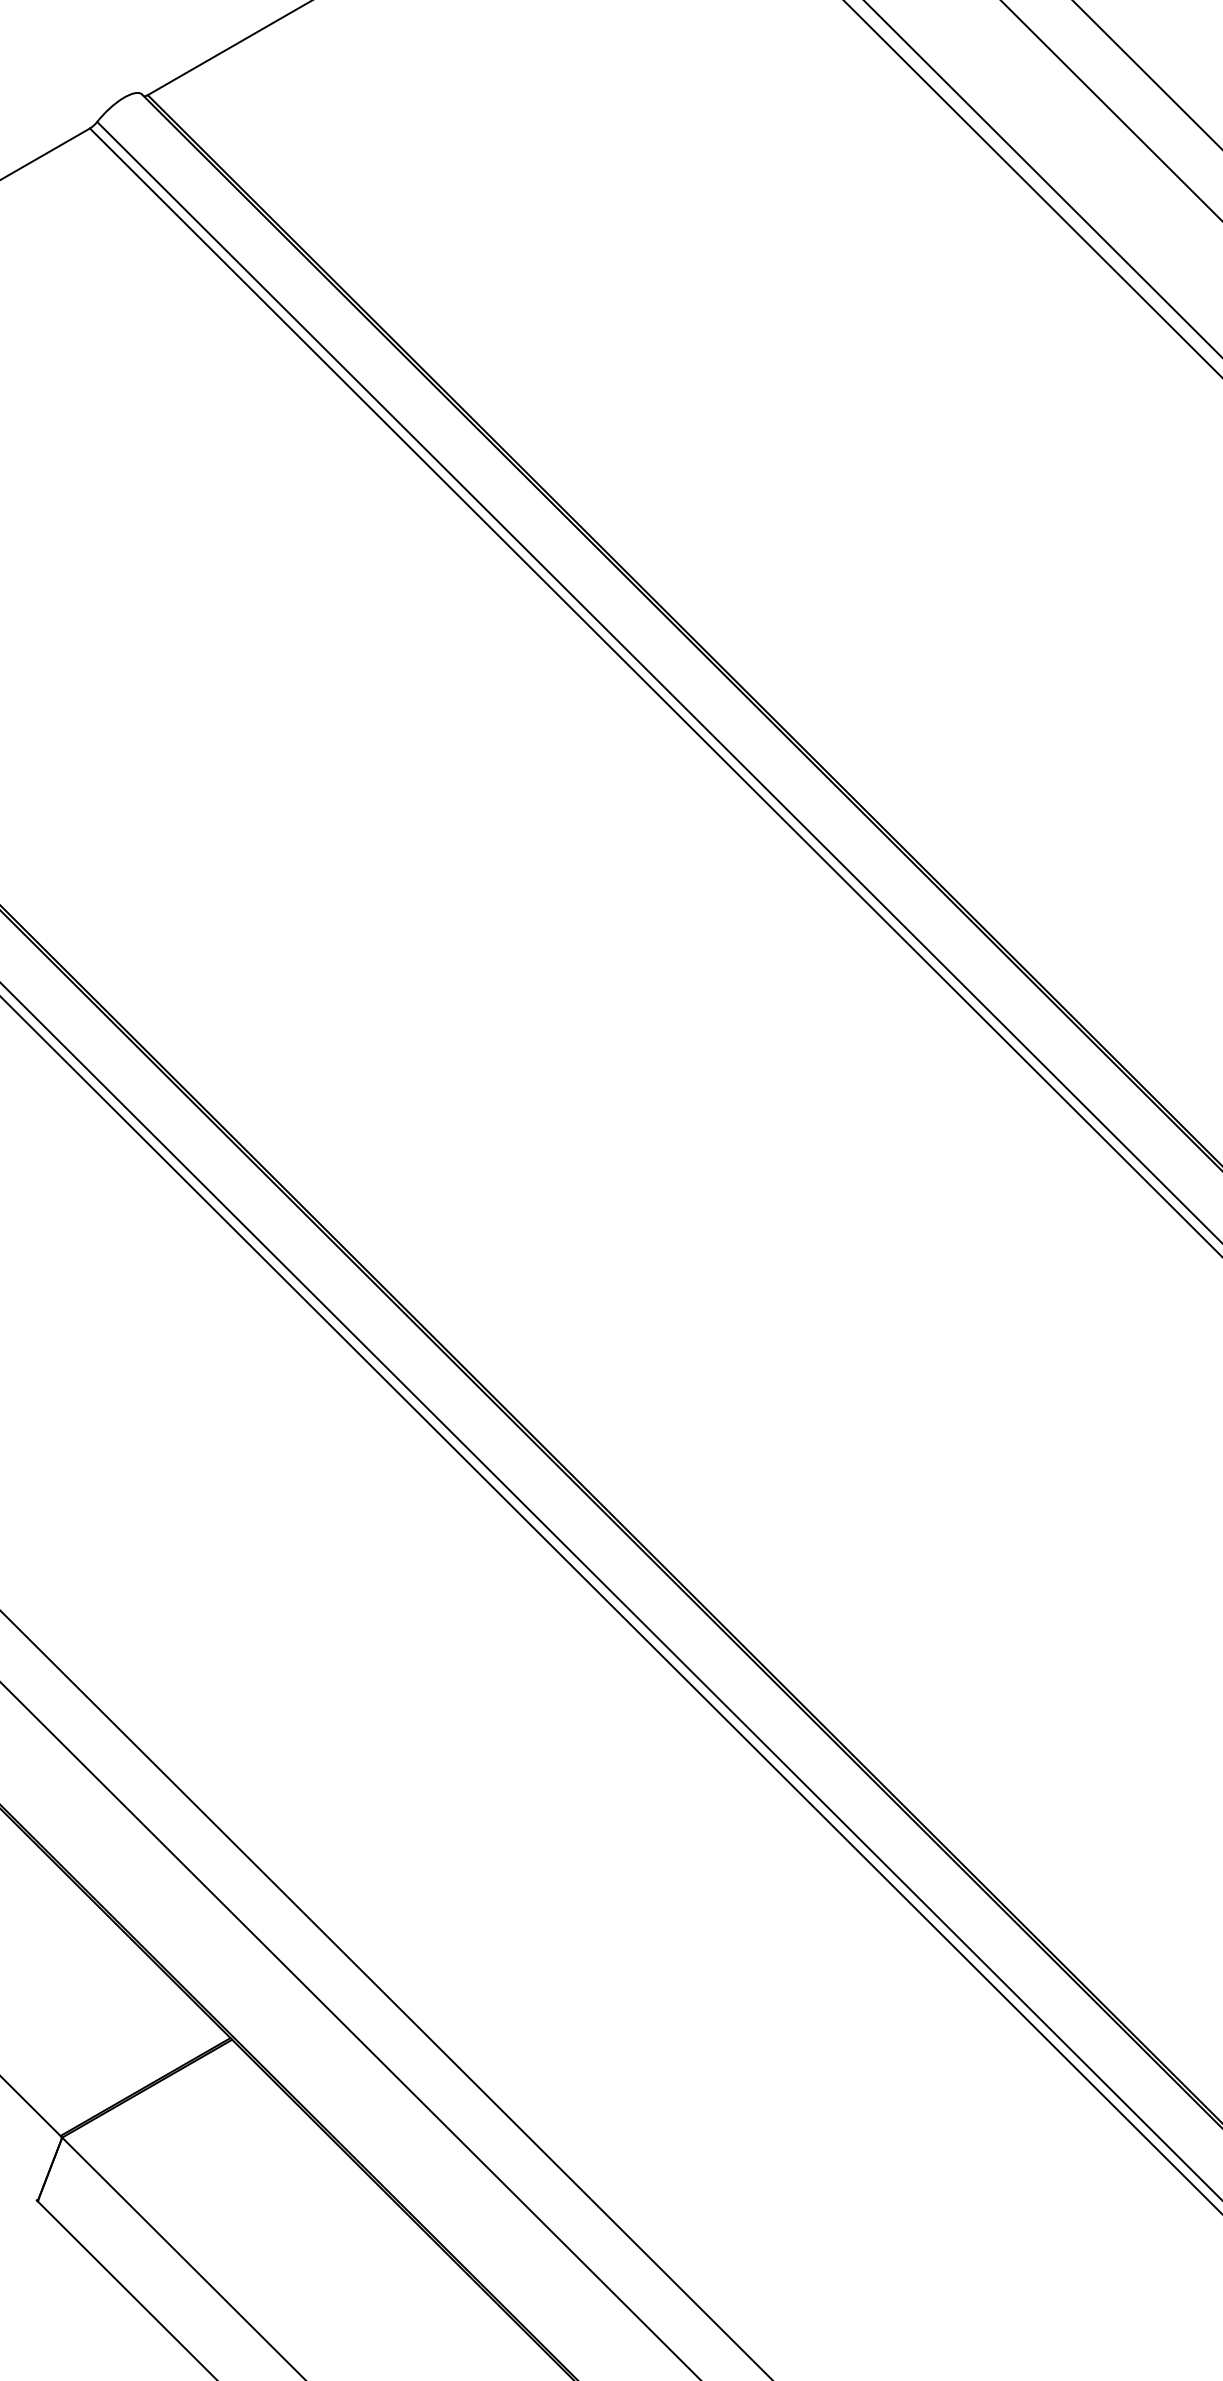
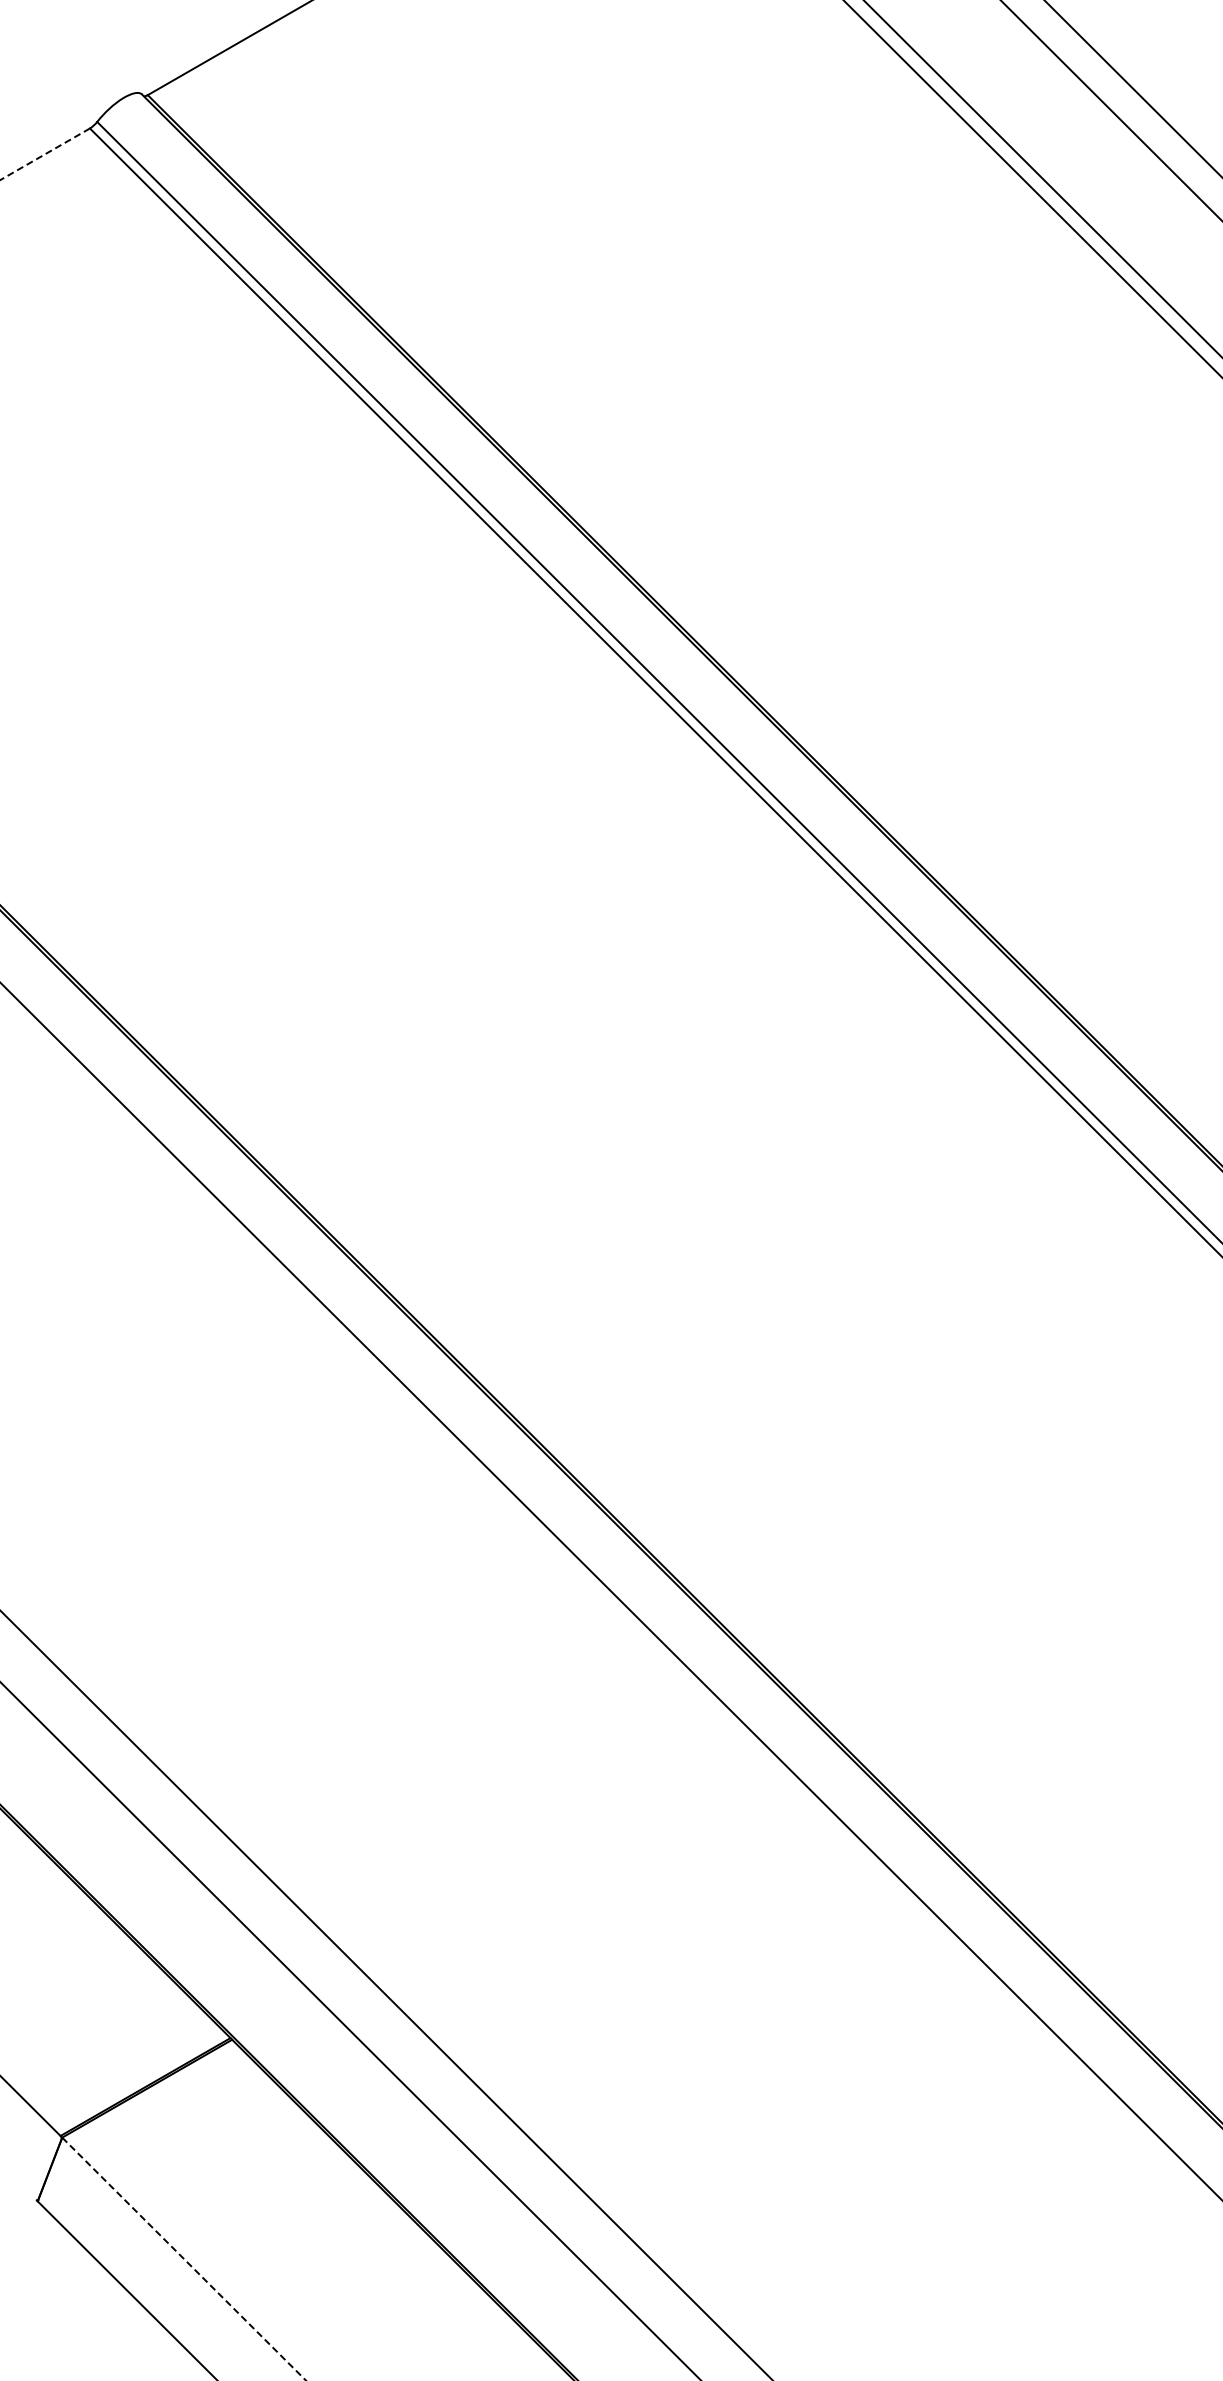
line at (1146, 74) position: (1146, 74) -> (1132, 88)
line at (44, 154): solid -> dashed
line at (610, 1604): present -> none
line at (184, 2258): solid -> dashed
